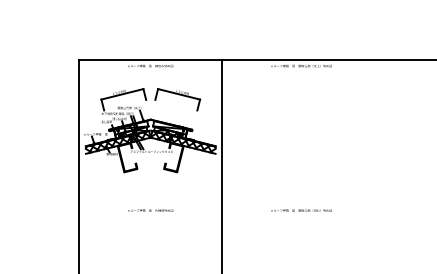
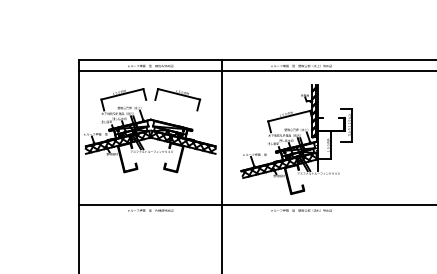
line at (256, 71): none -> present
part at (296, 139): none -> present
line at (256, 204): none -> present
